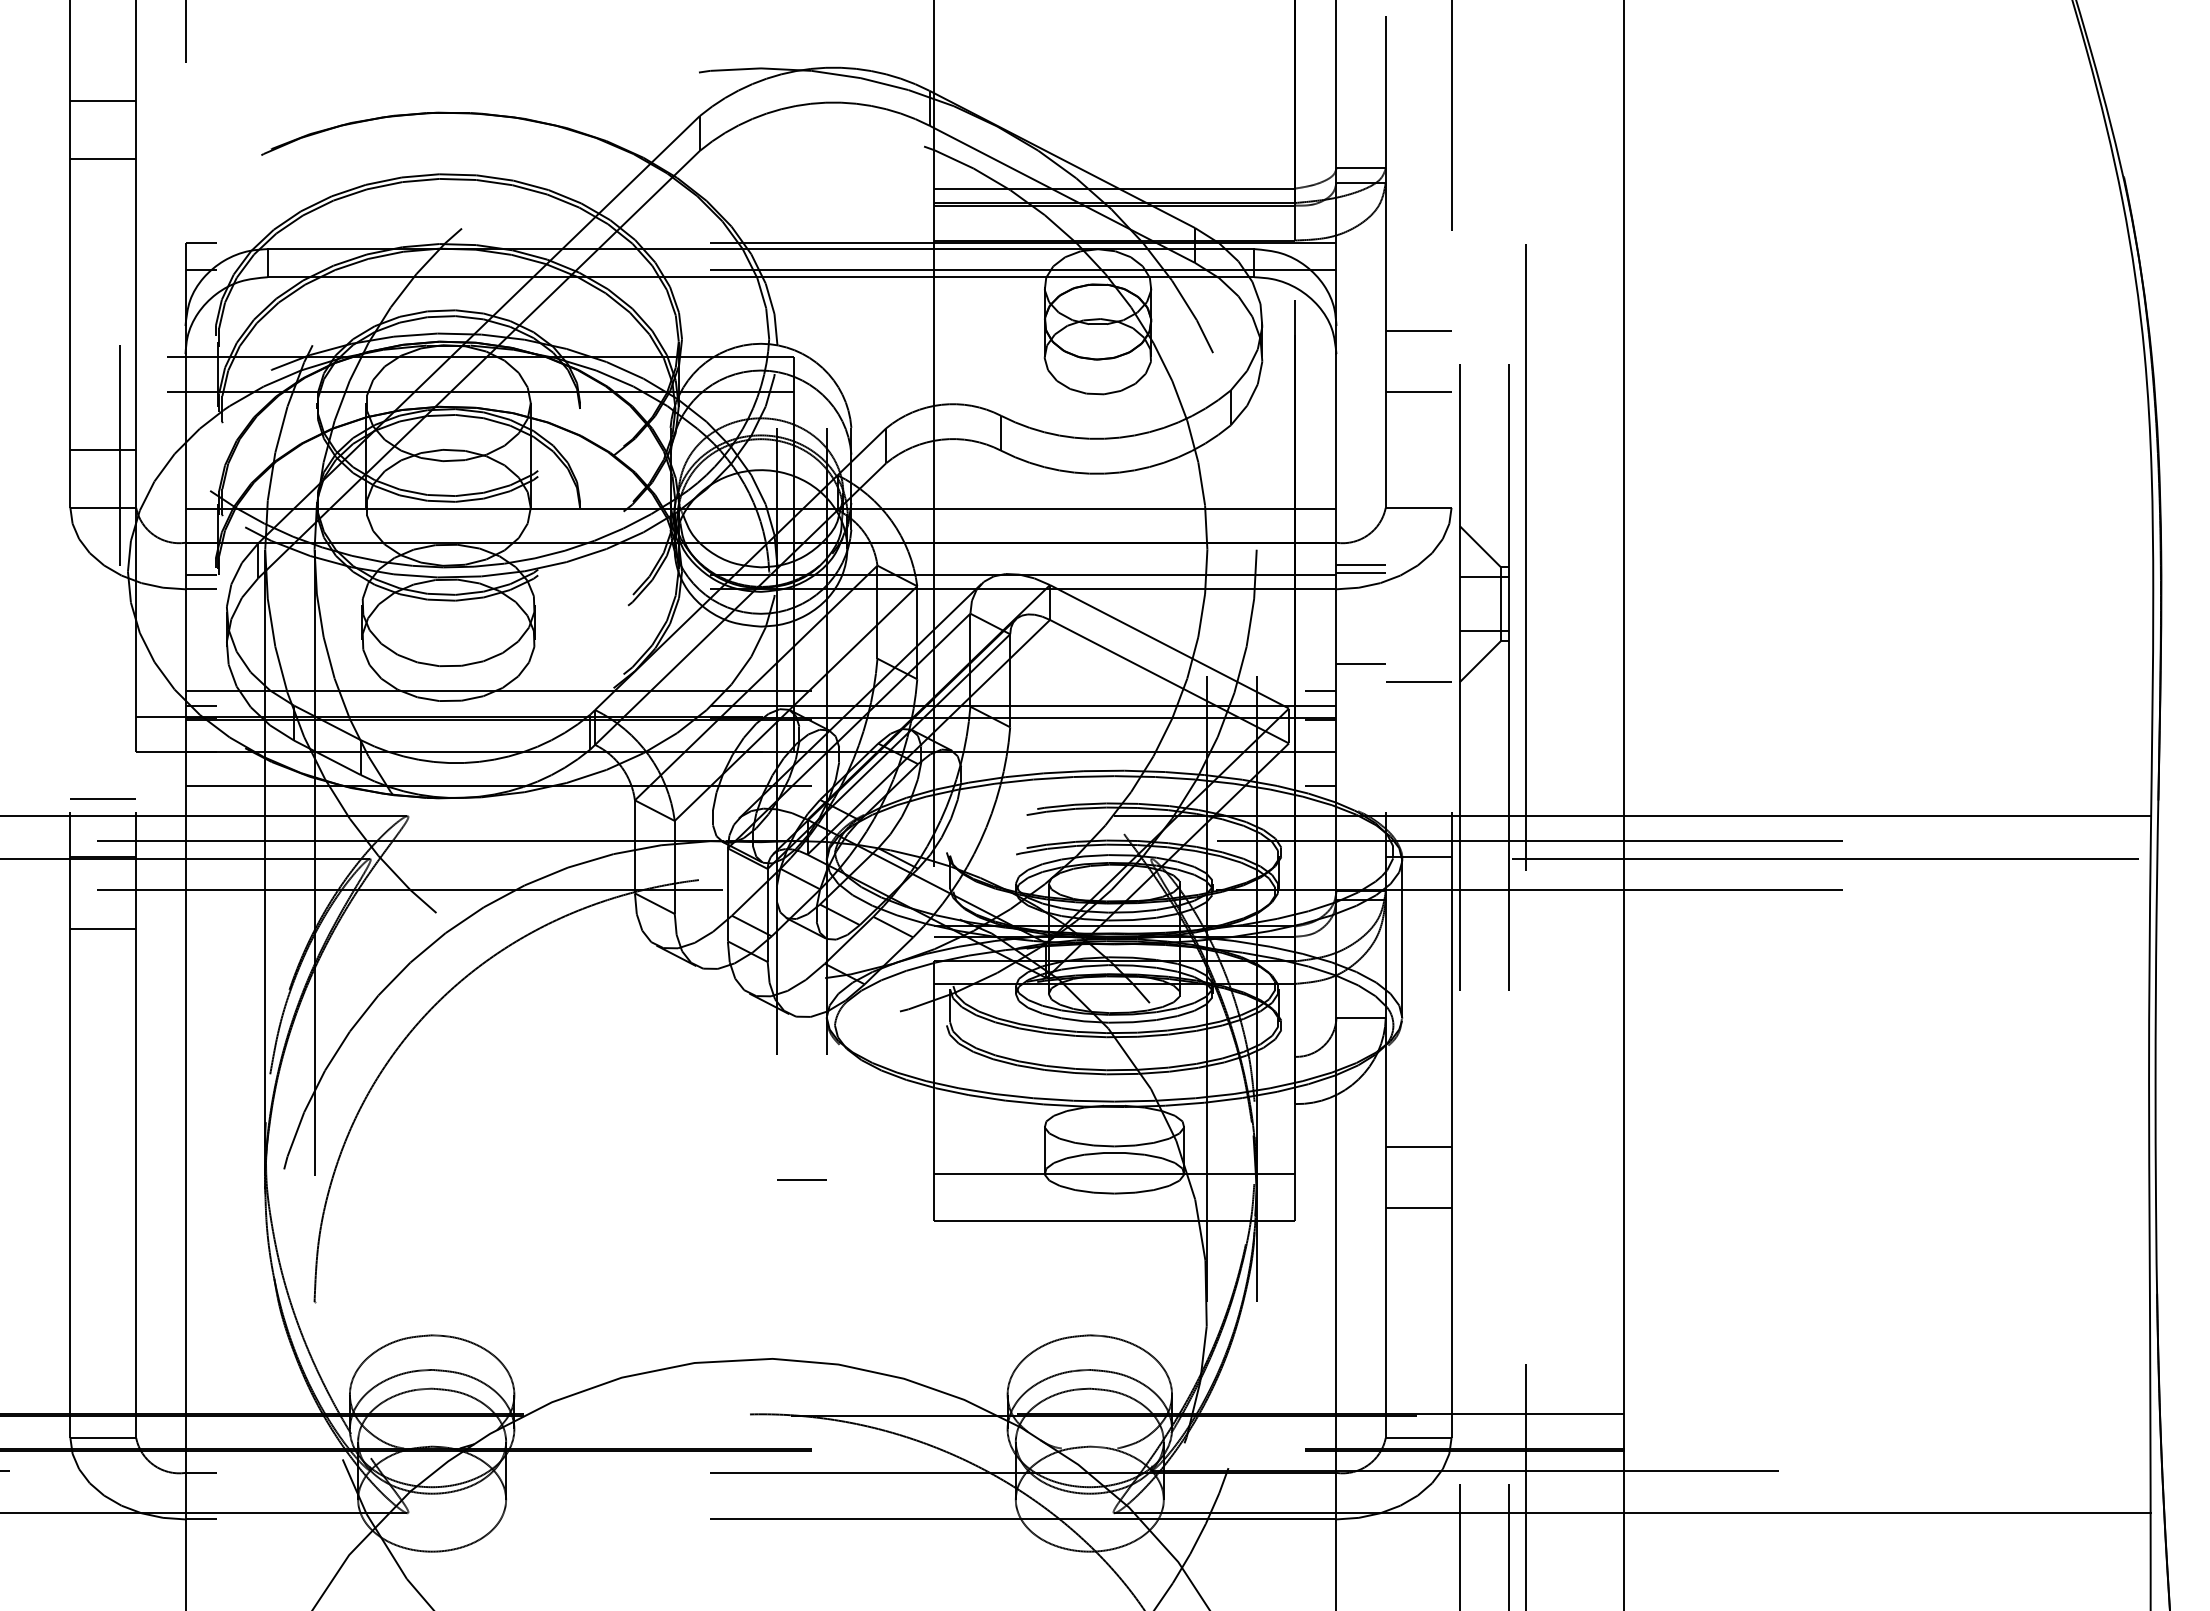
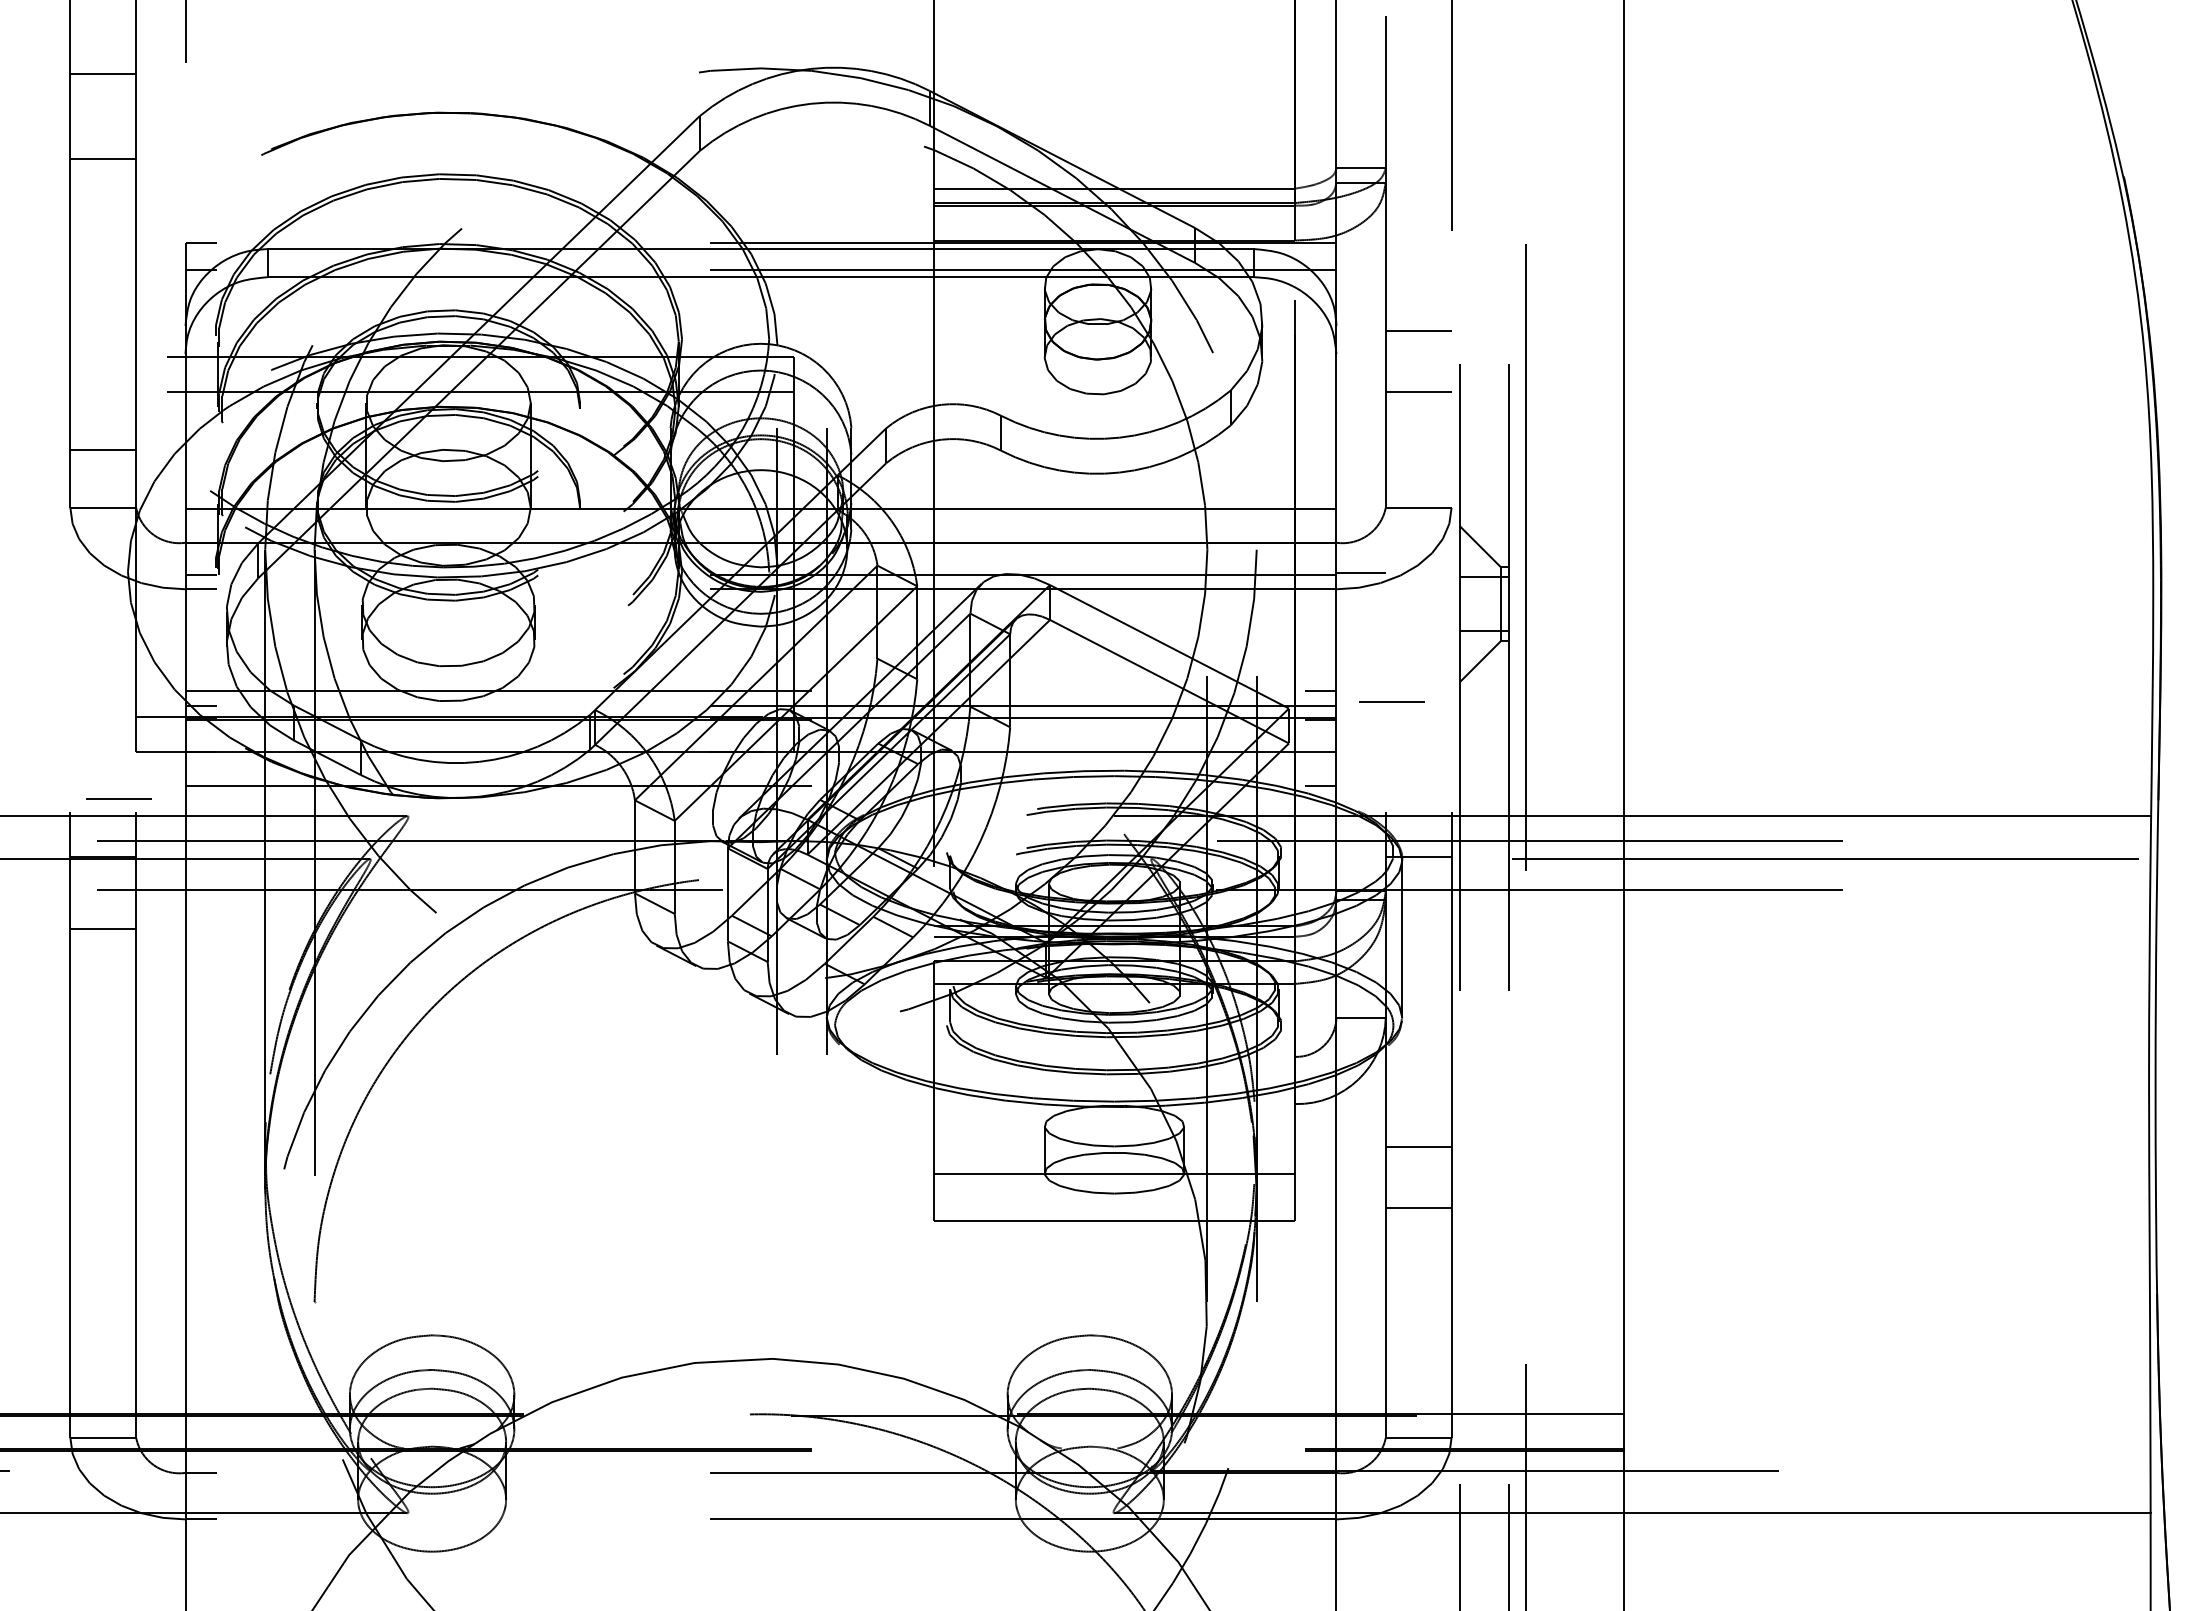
line at (103, 100) position: (103, 100) -> (103, 73)
line at (119, 455): present -> none
line at (1360, 564): present -> none
line at (1360, 663): present -> none
line at (1418, 681) position: (1418, 681) -> (1391, 701)
line at (102, 798) position: (102, 798) -> (118, 798)
line at (801, 1179): present -> none
